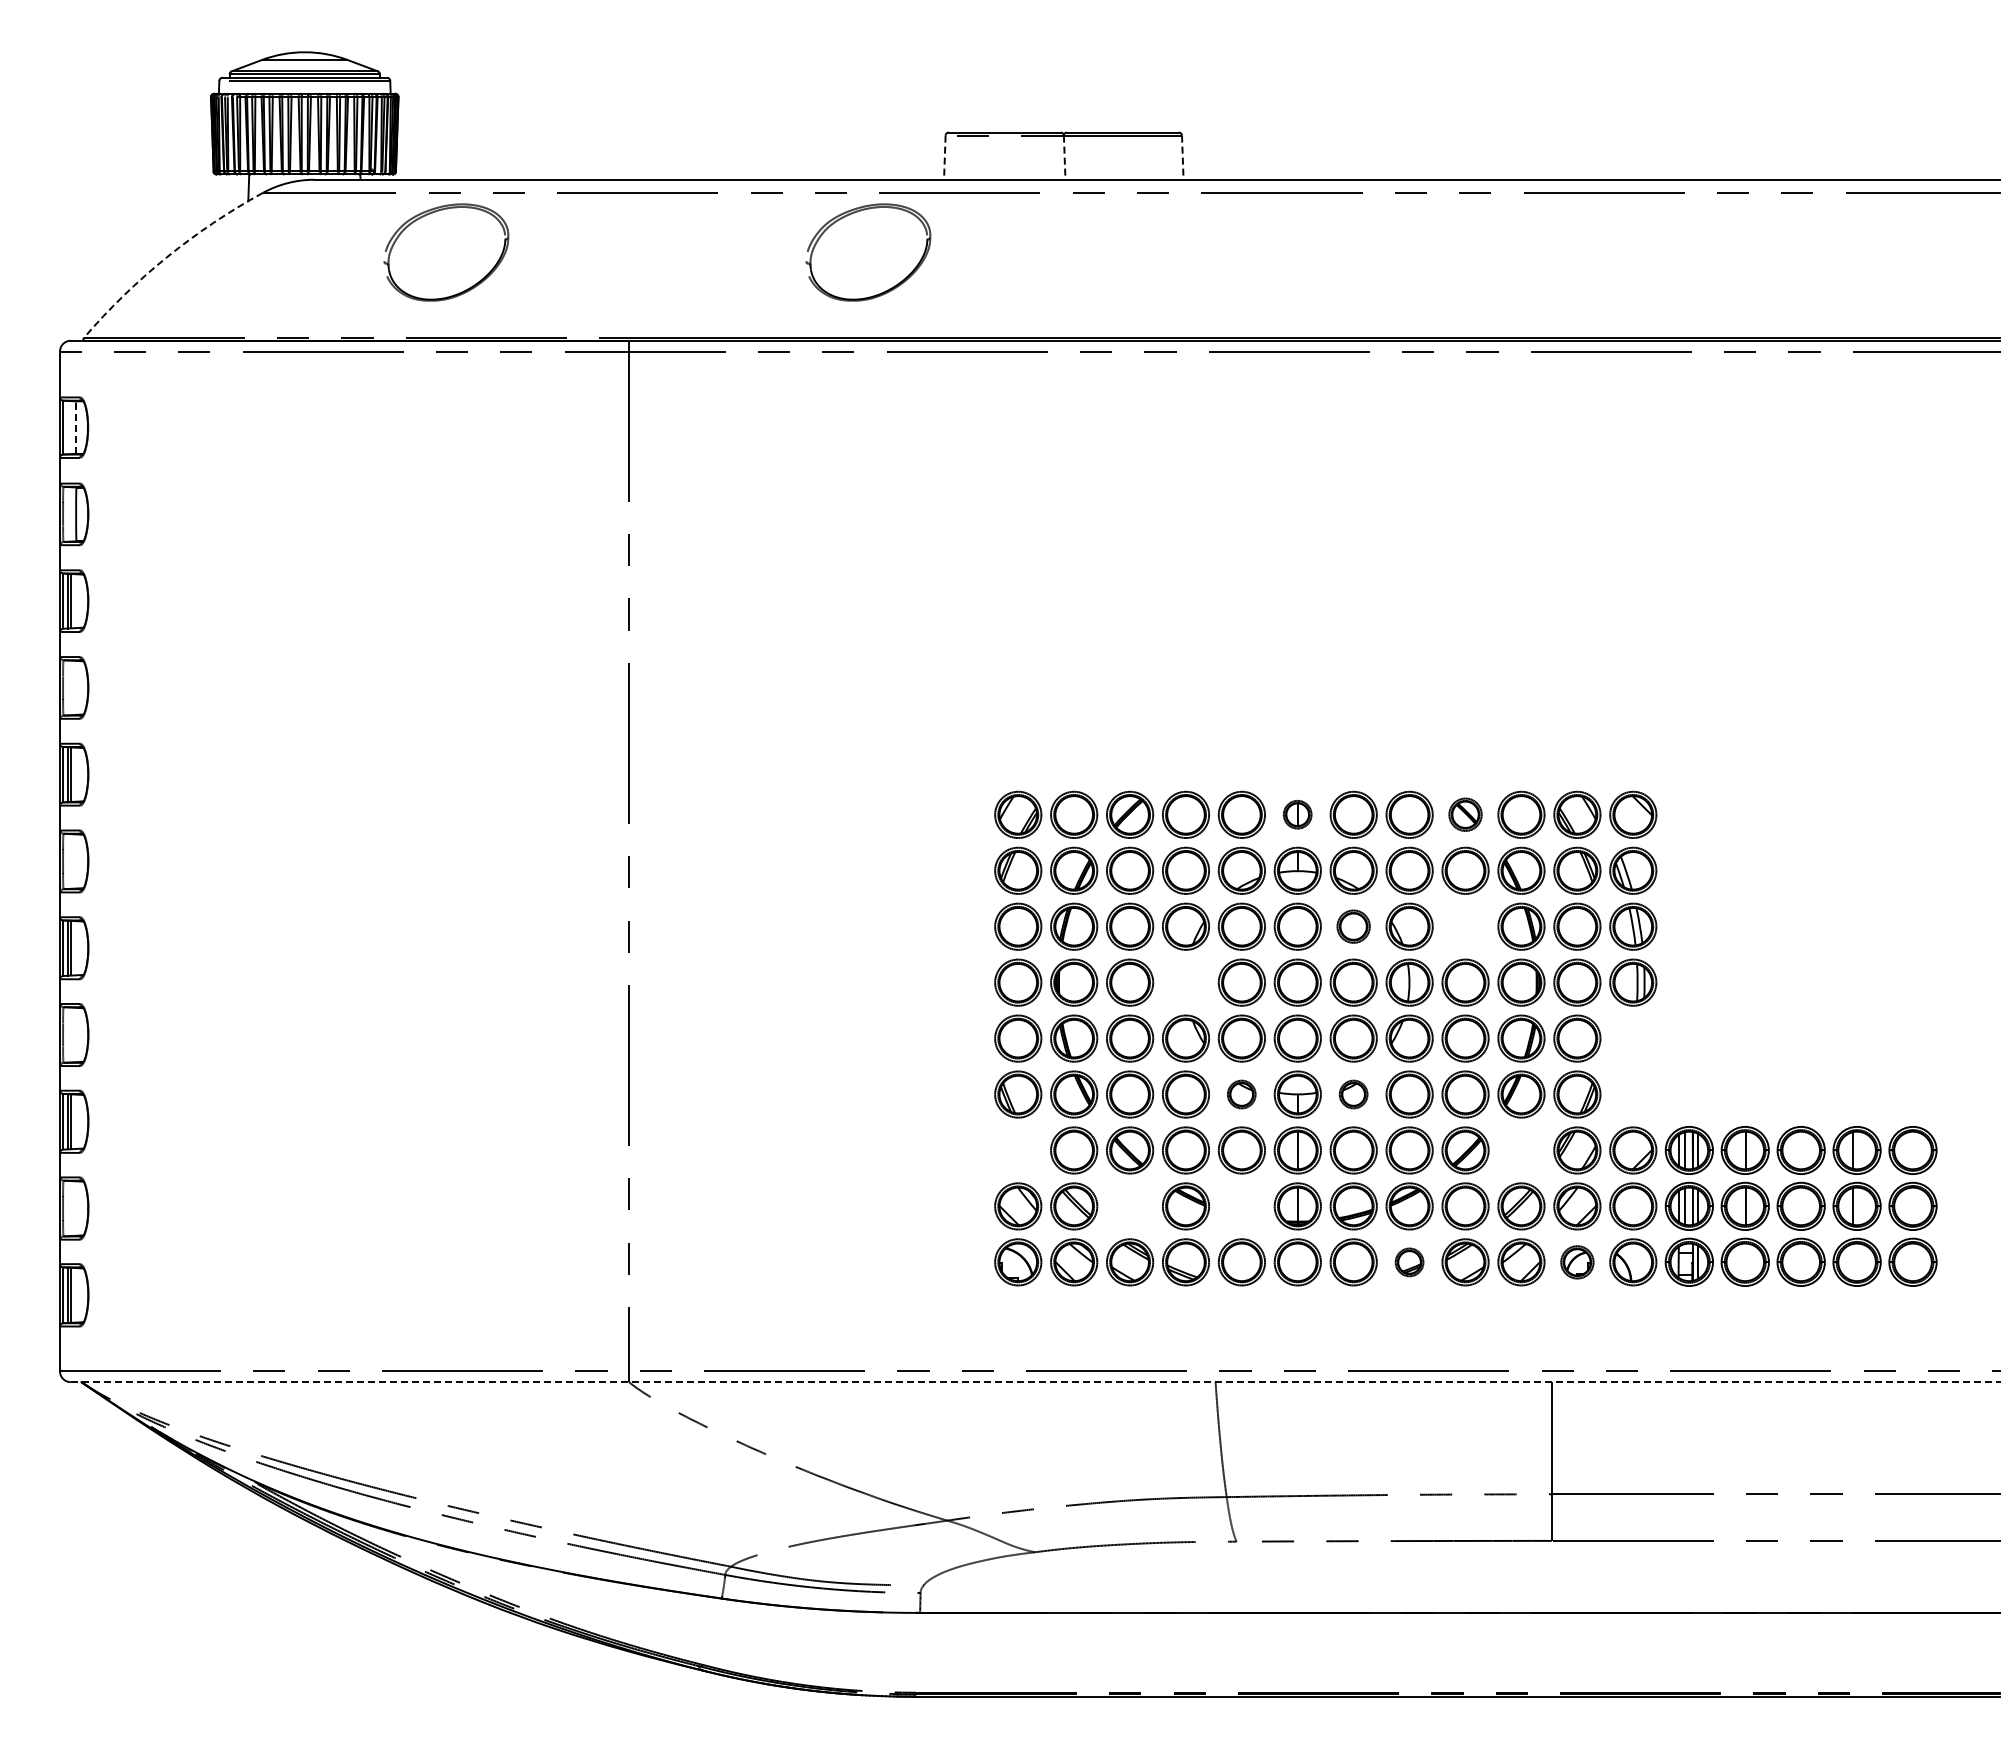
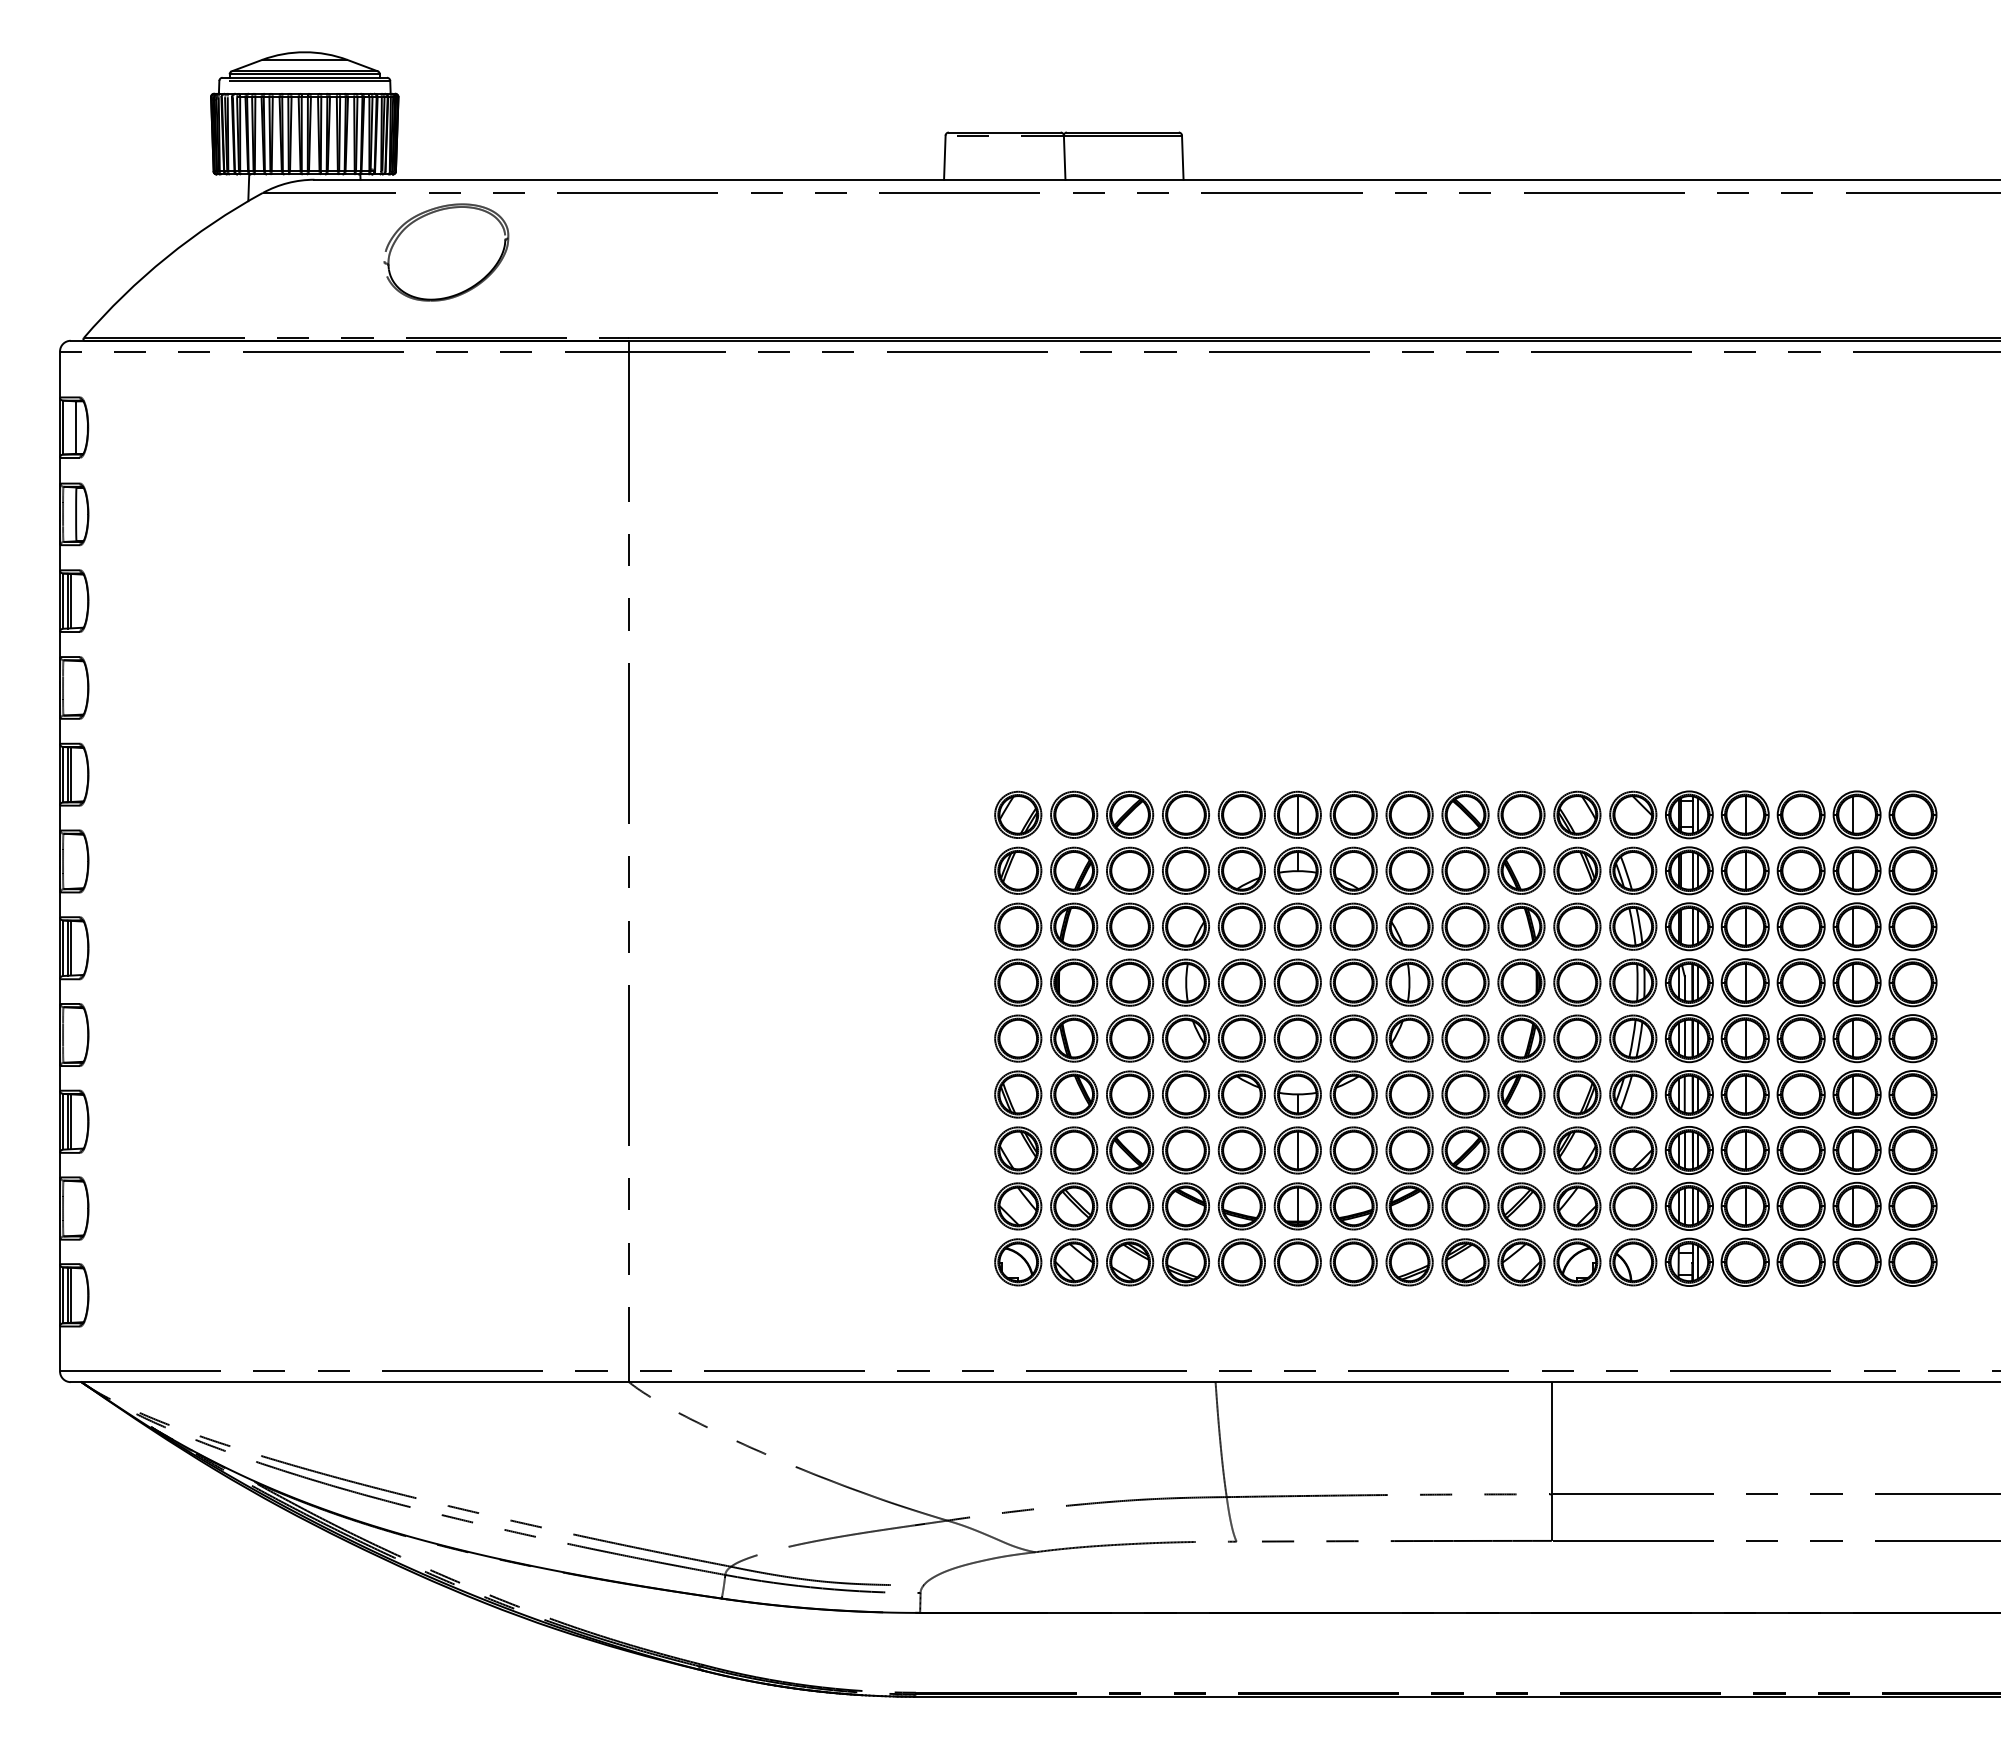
line at (944, 158): dashed -> solid
line at (1064, 158): dashed -> solid
line at (1182, 158): dashed -> solid
part at (868, 252): present -> none
arc at (166, 257): dashed -> solid
line at (76, 427): dashed -> solid
part at (1297, 814) size: 31x30 px -> 49x49 px
part at (1465, 814) size: 35x35 px -> 49x49 px
part at (1353, 926) size: 35x35 px -> 49x49 px
part at (1465, 926): none -> present
part at (1763, 943): none -> present
part at (1185, 982): none -> present
part at (1241, 1094) size: 30x31 px -> 49x49 px
part at (1353, 1094) size: 31x31 px -> 49x49 px
part at (1018, 1150): none -> present
part at (1521, 1150): none -> present
part at (1130, 1206): none -> present
part at (1241, 1206): none -> present
part at (1409, 1262) size: 31x31 px -> 49x49 px
part at (1577, 1262) size: 35x35 px -> 49x49 px
line at (1035, 1382): dashed -> solid
